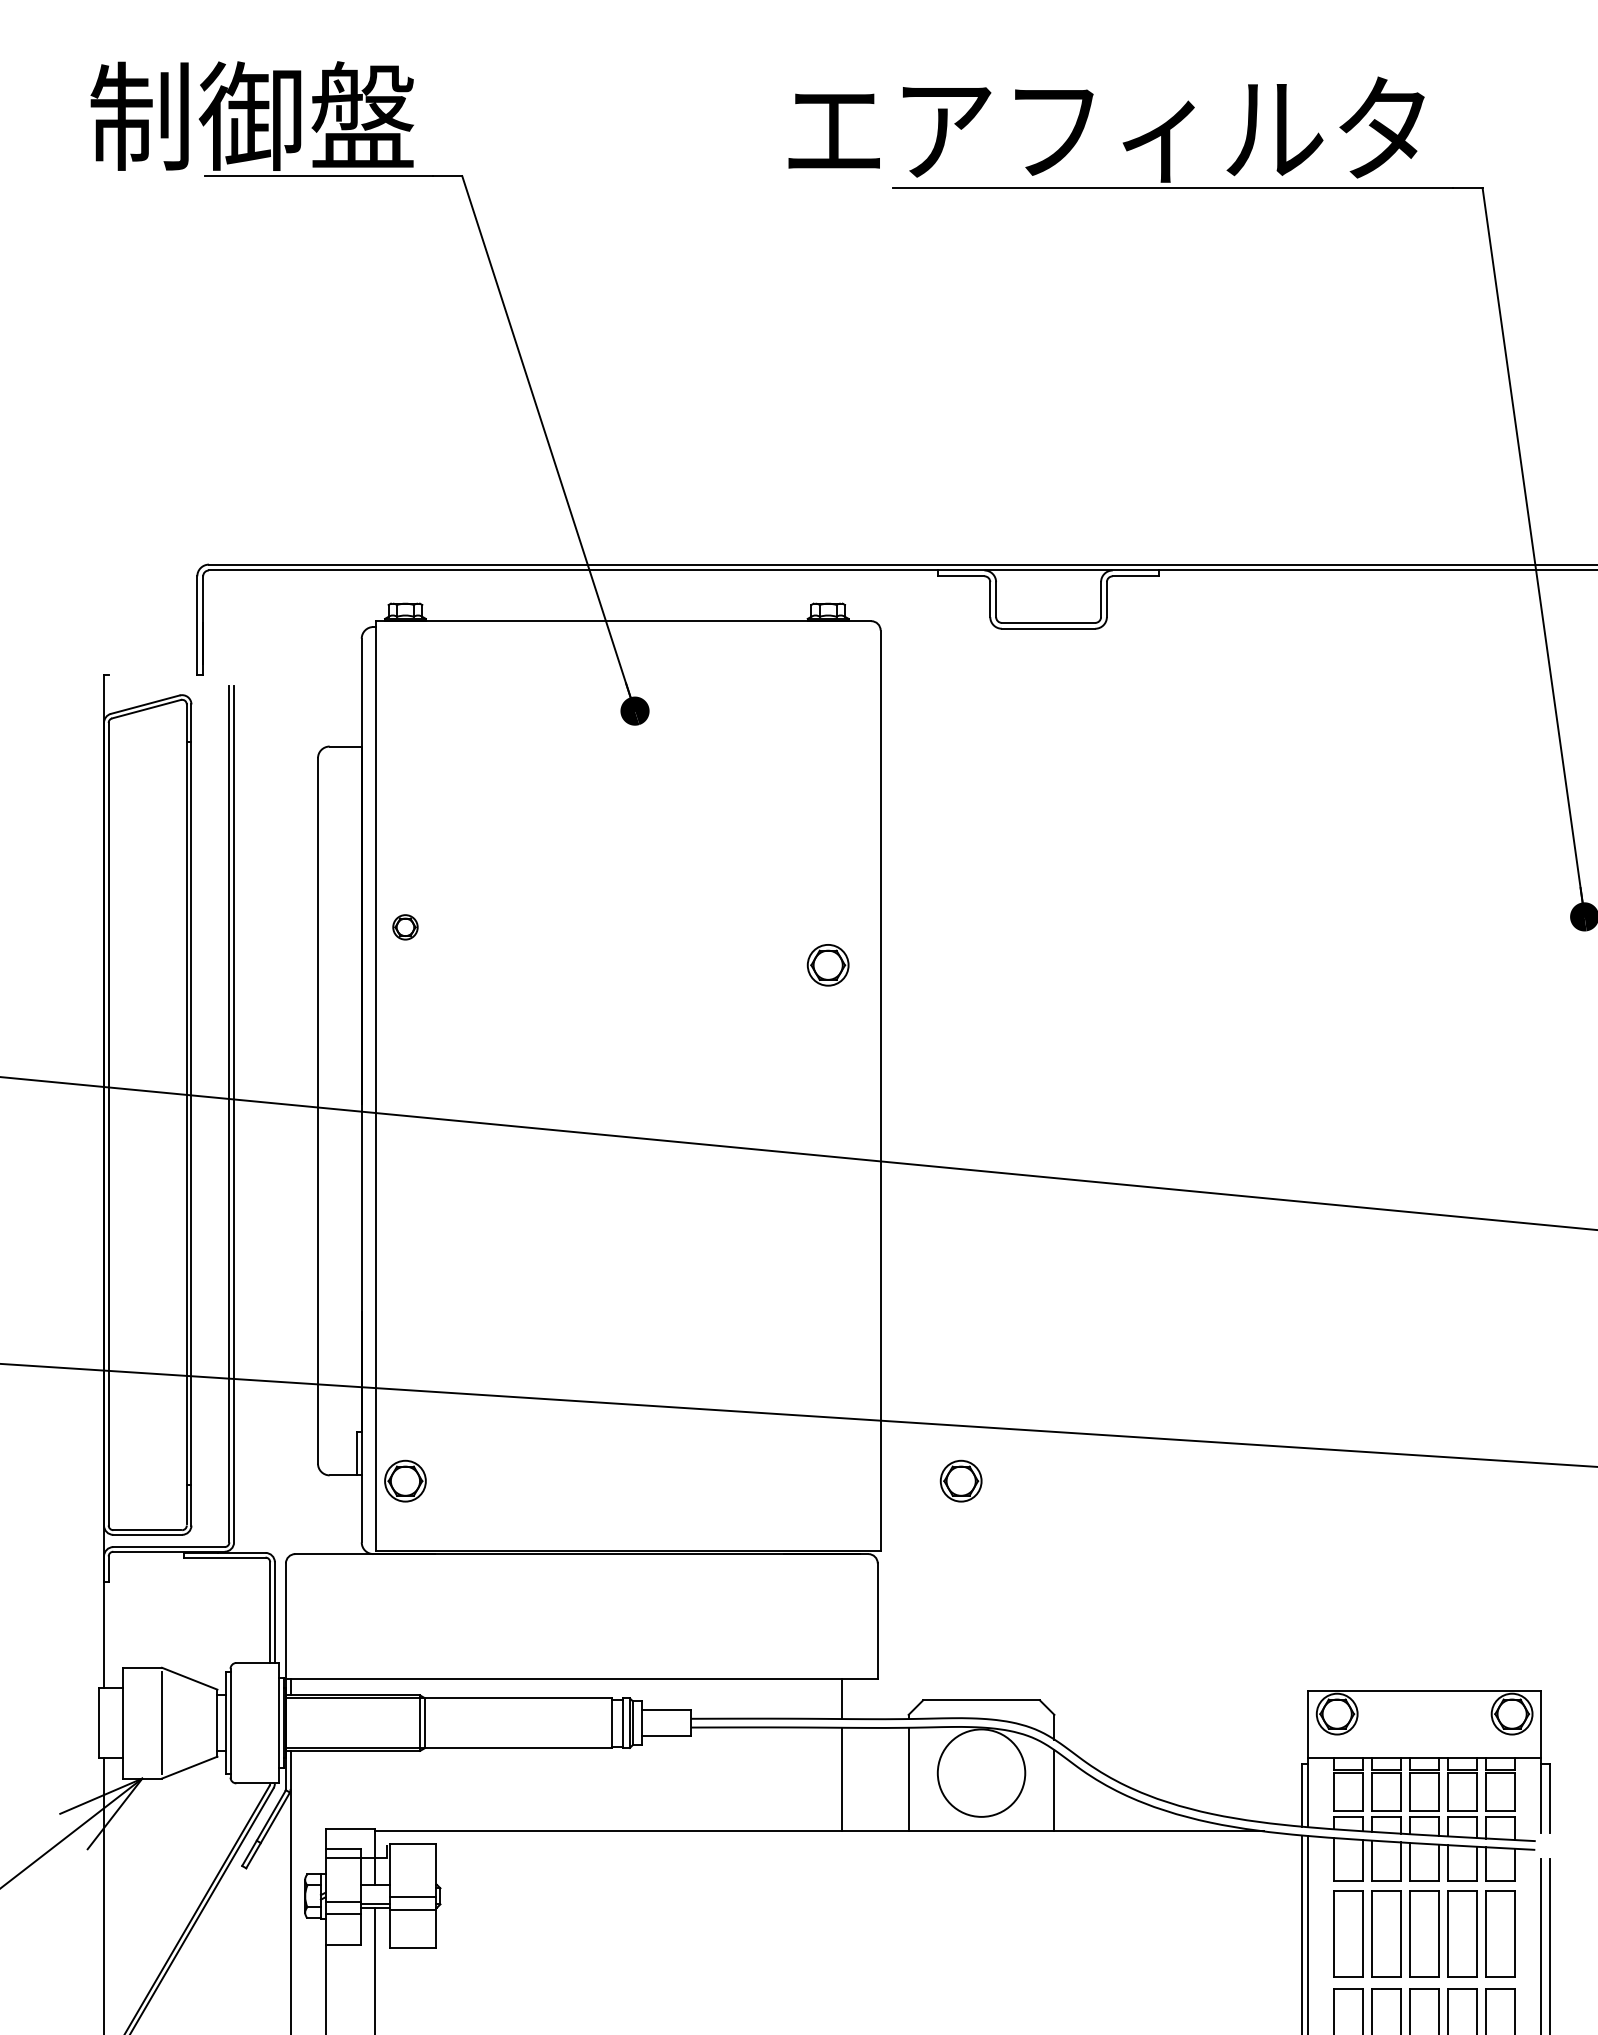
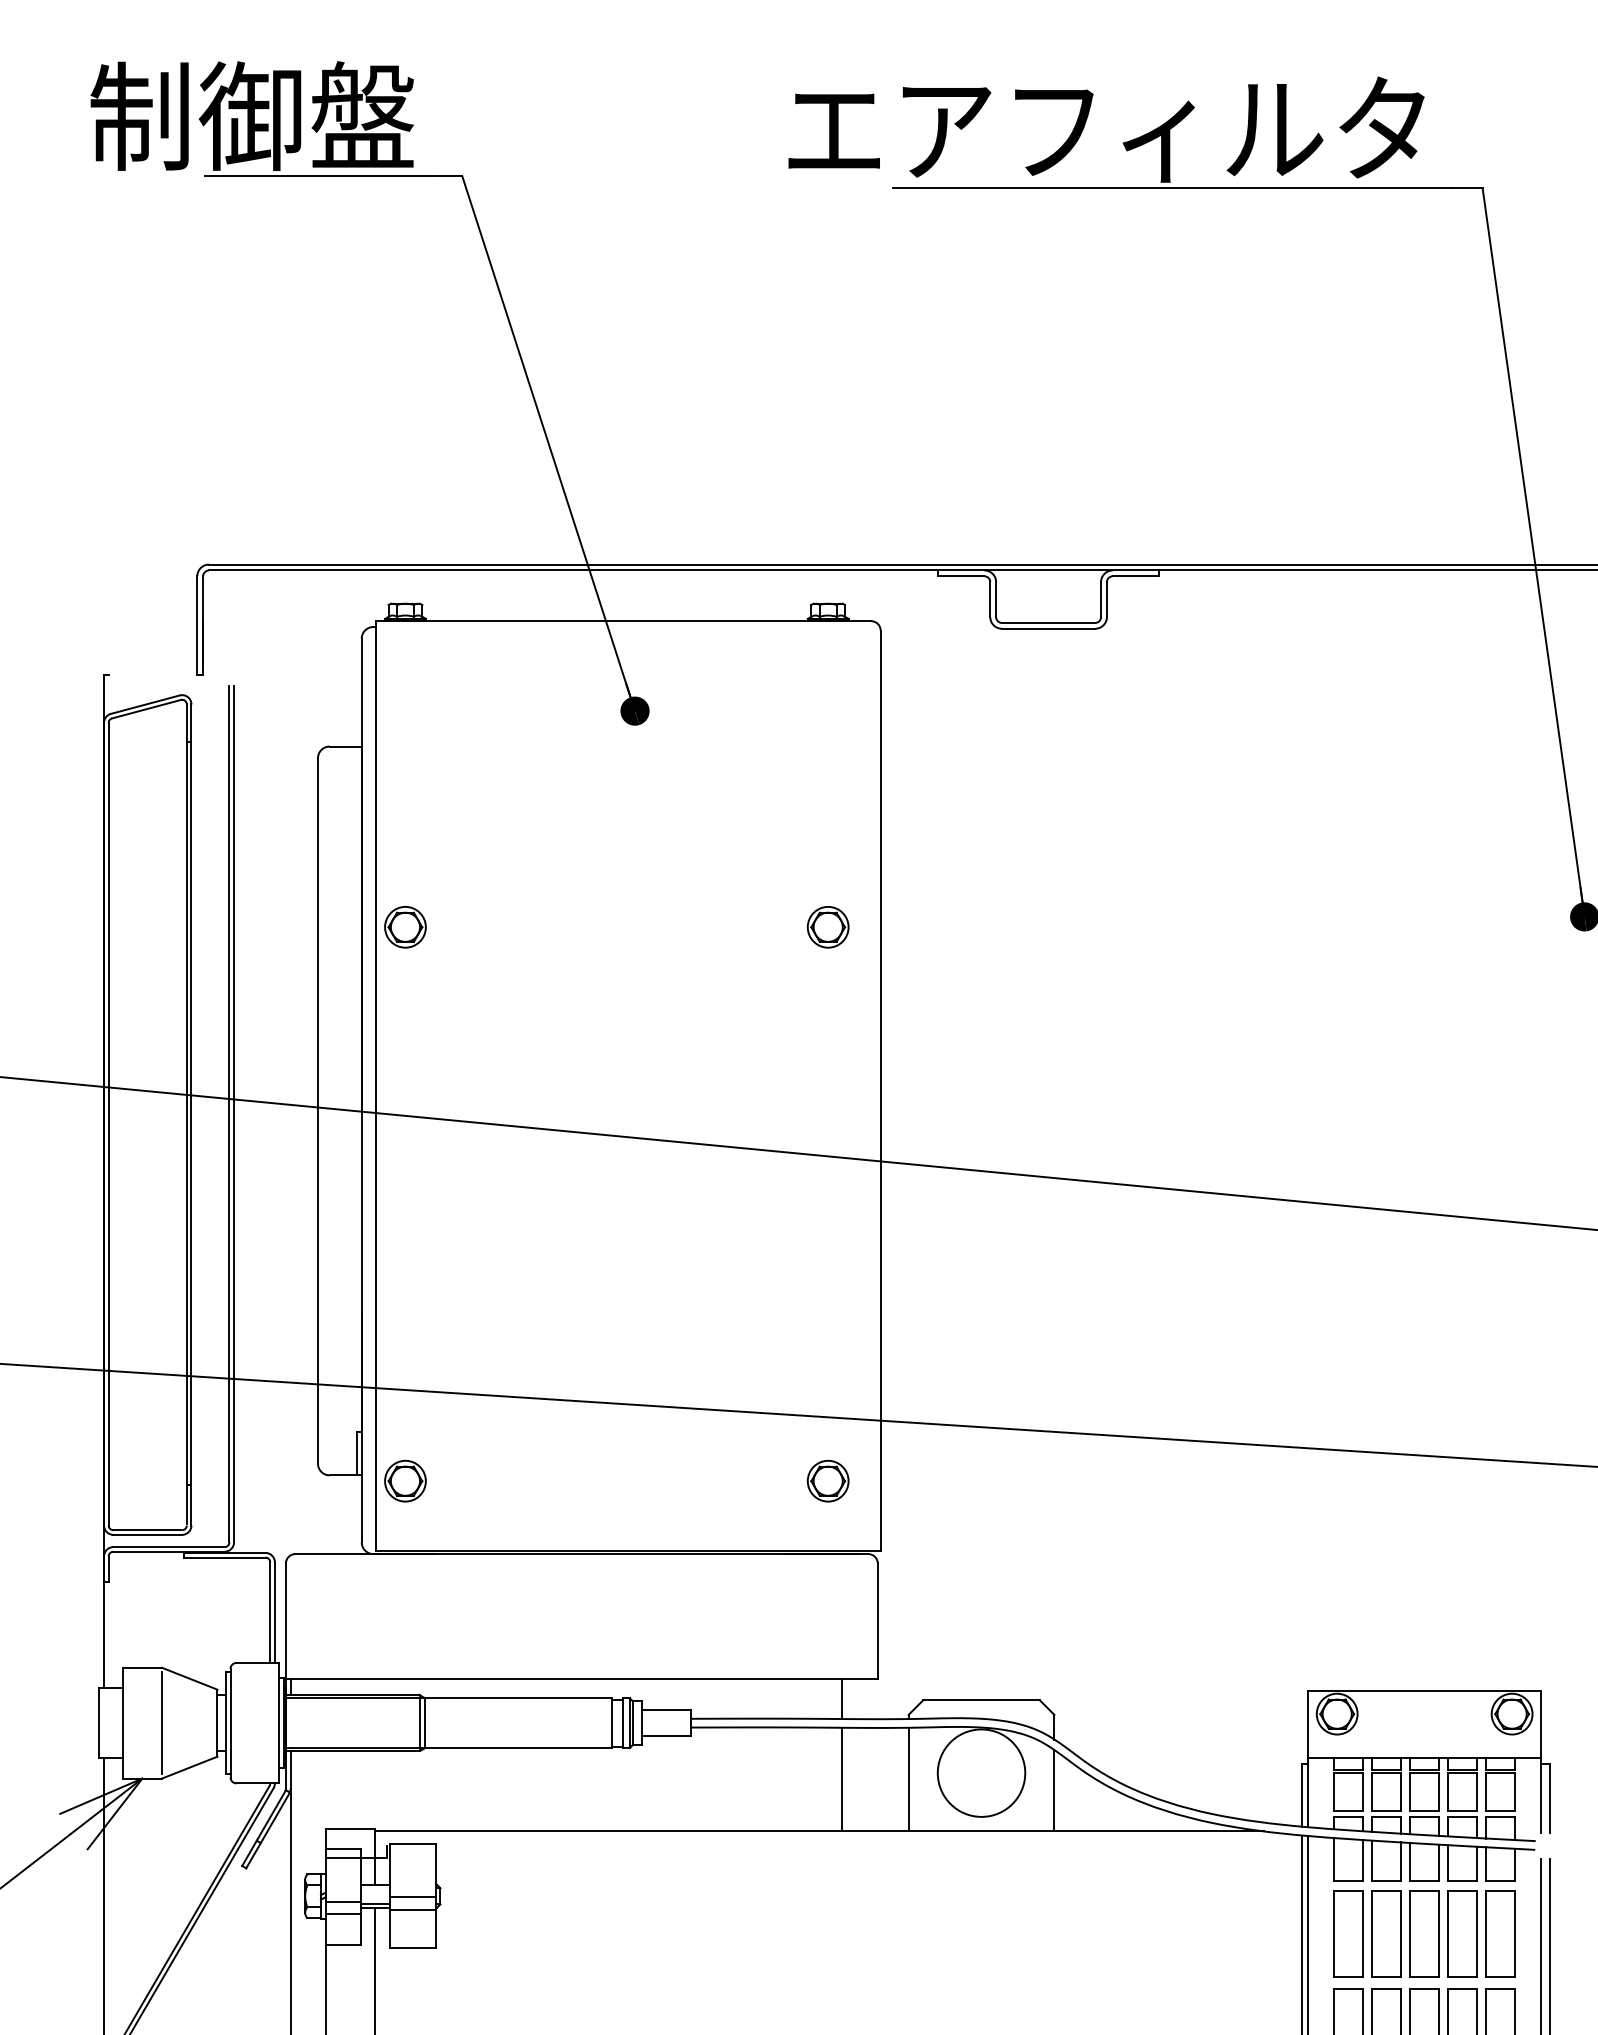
part at (405, 927) size: 27x27 px -> 43x43 px
part at (827, 965) position: (827, 965) -> (827, 927)
part at (960, 1480) position: (960, 1480) -> (827, 1480)
